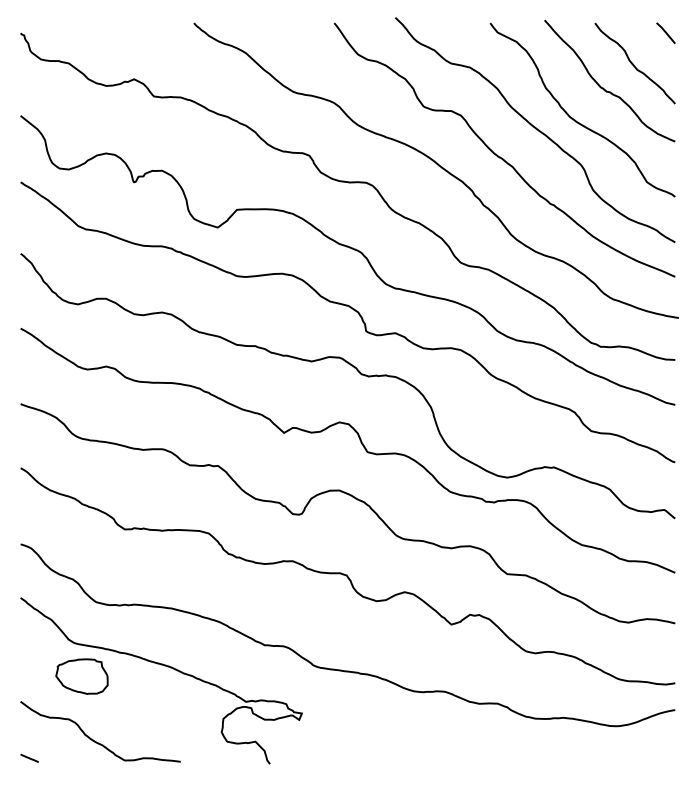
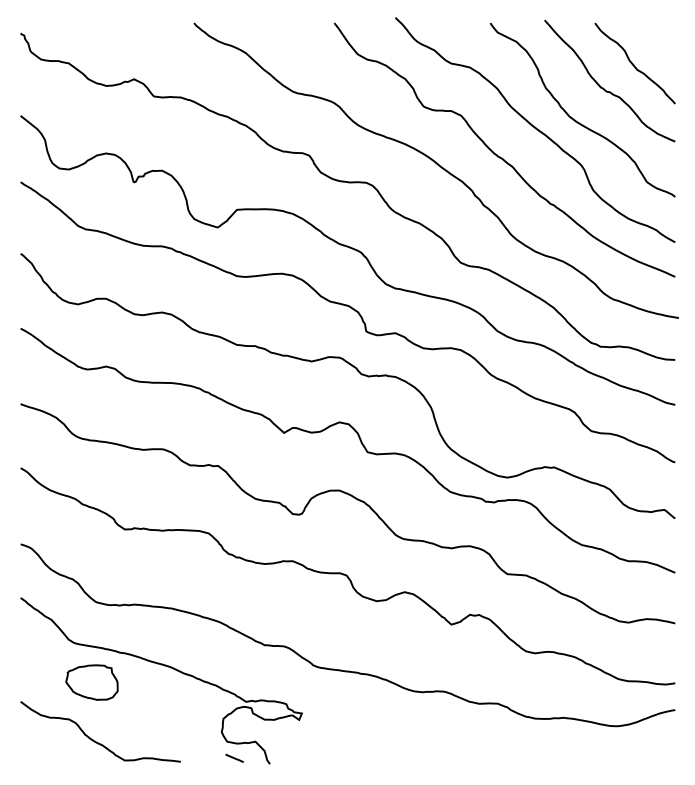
line at (665, 33): present -> none
part at (81, 676) position: (81, 676) -> (91, 682)
line at (29, 757) position: (29, 757) -> (234, 757)
